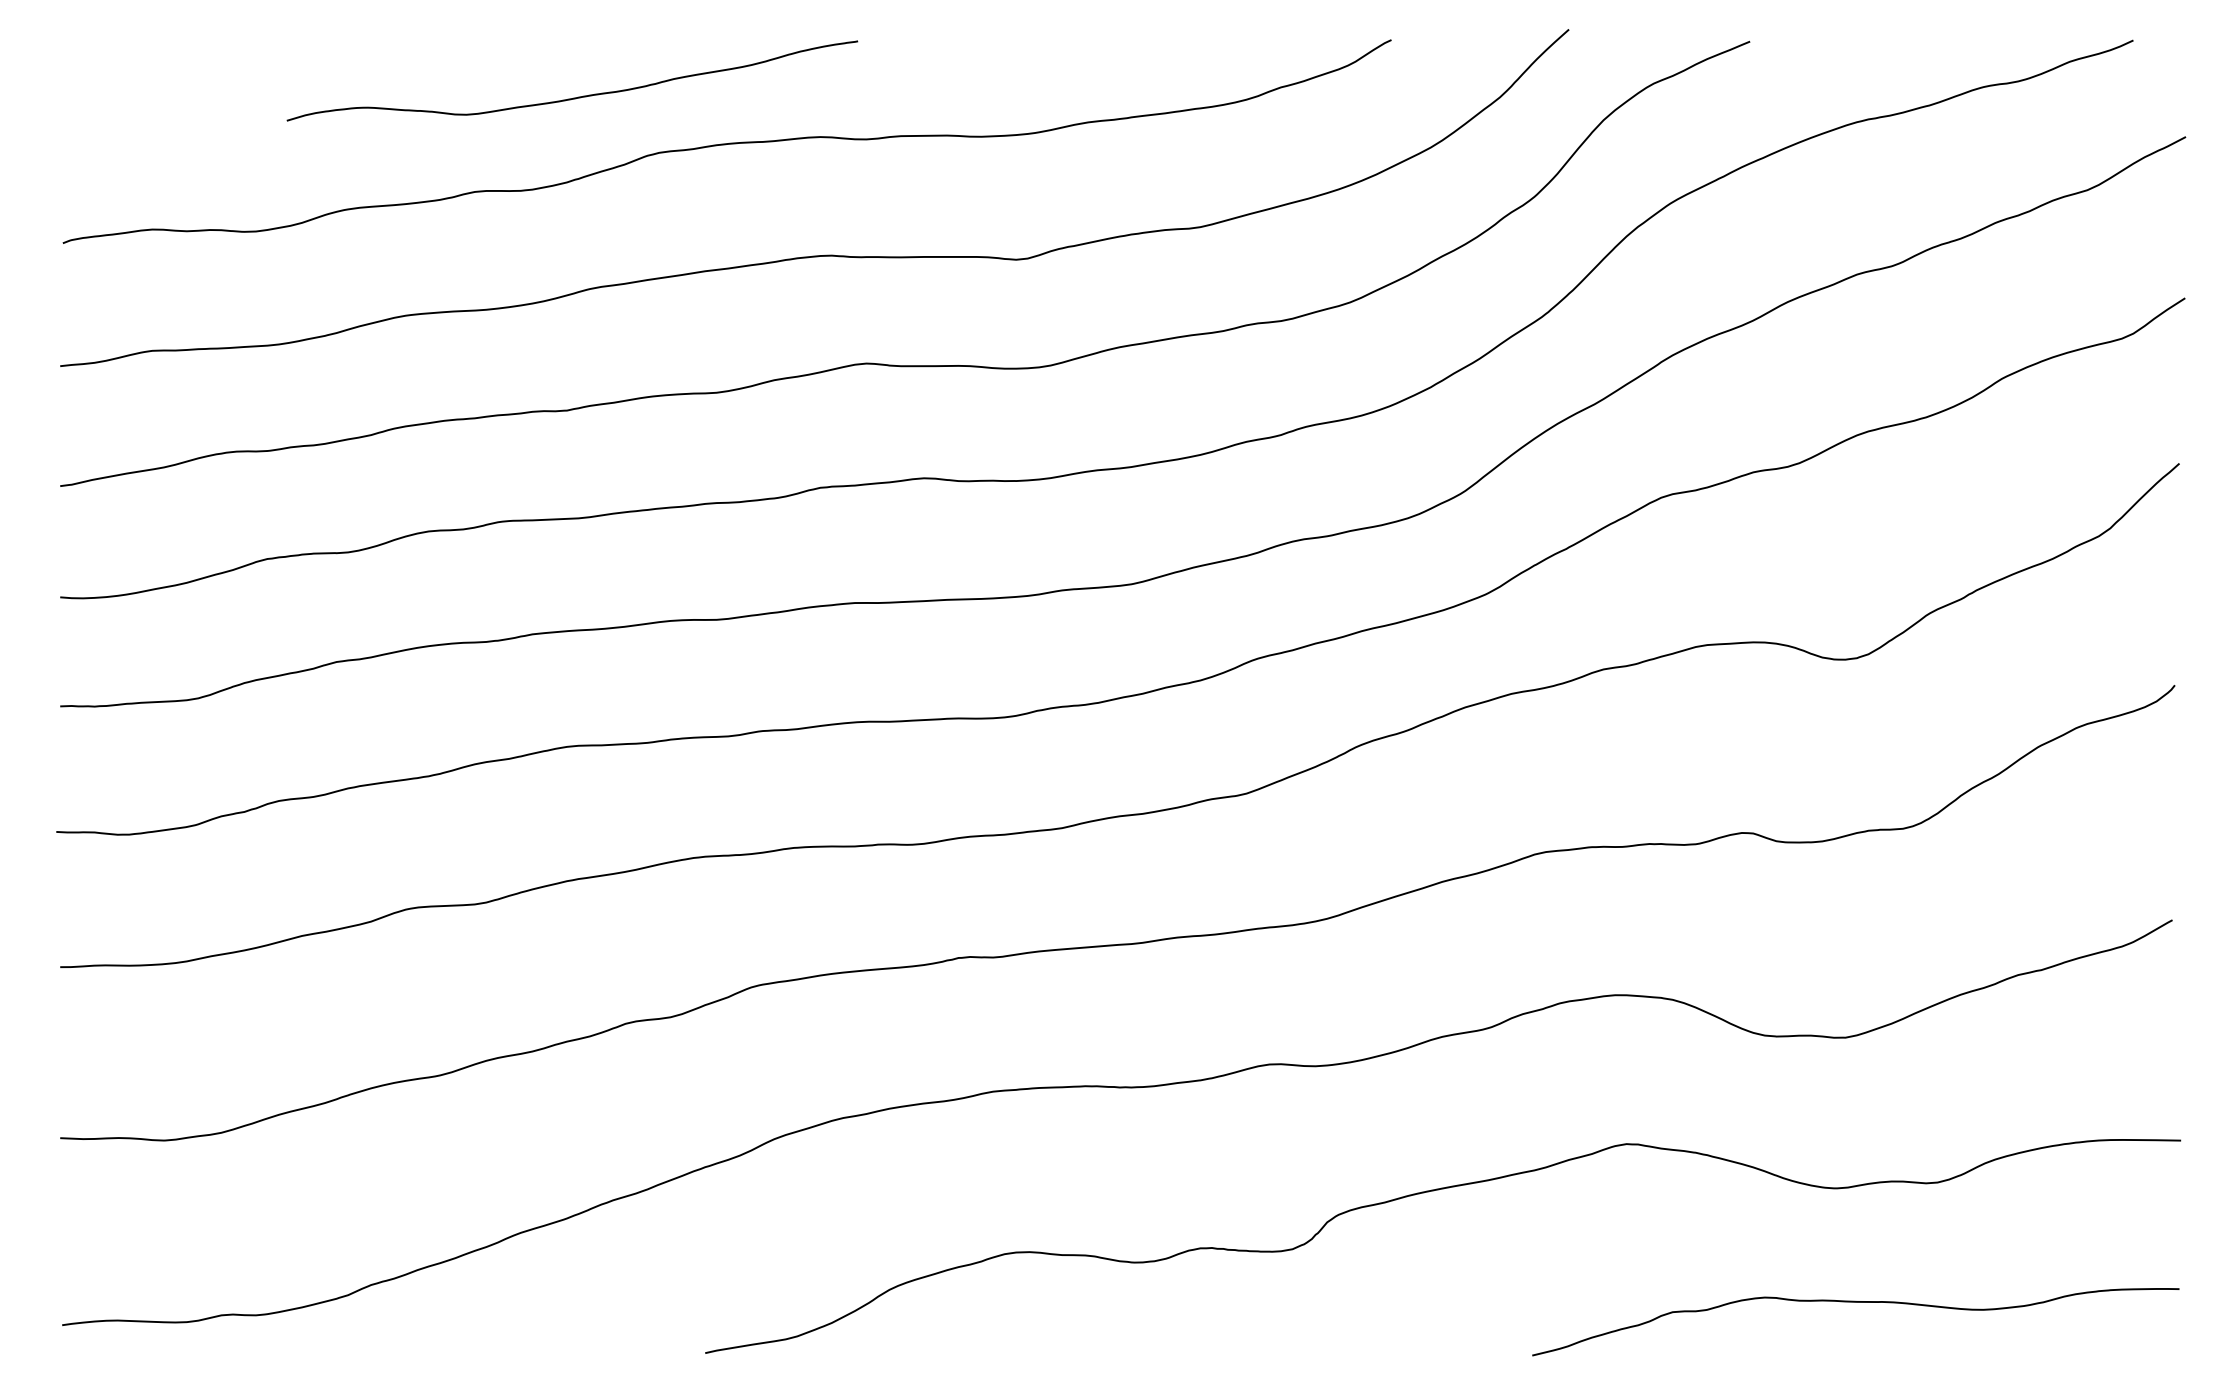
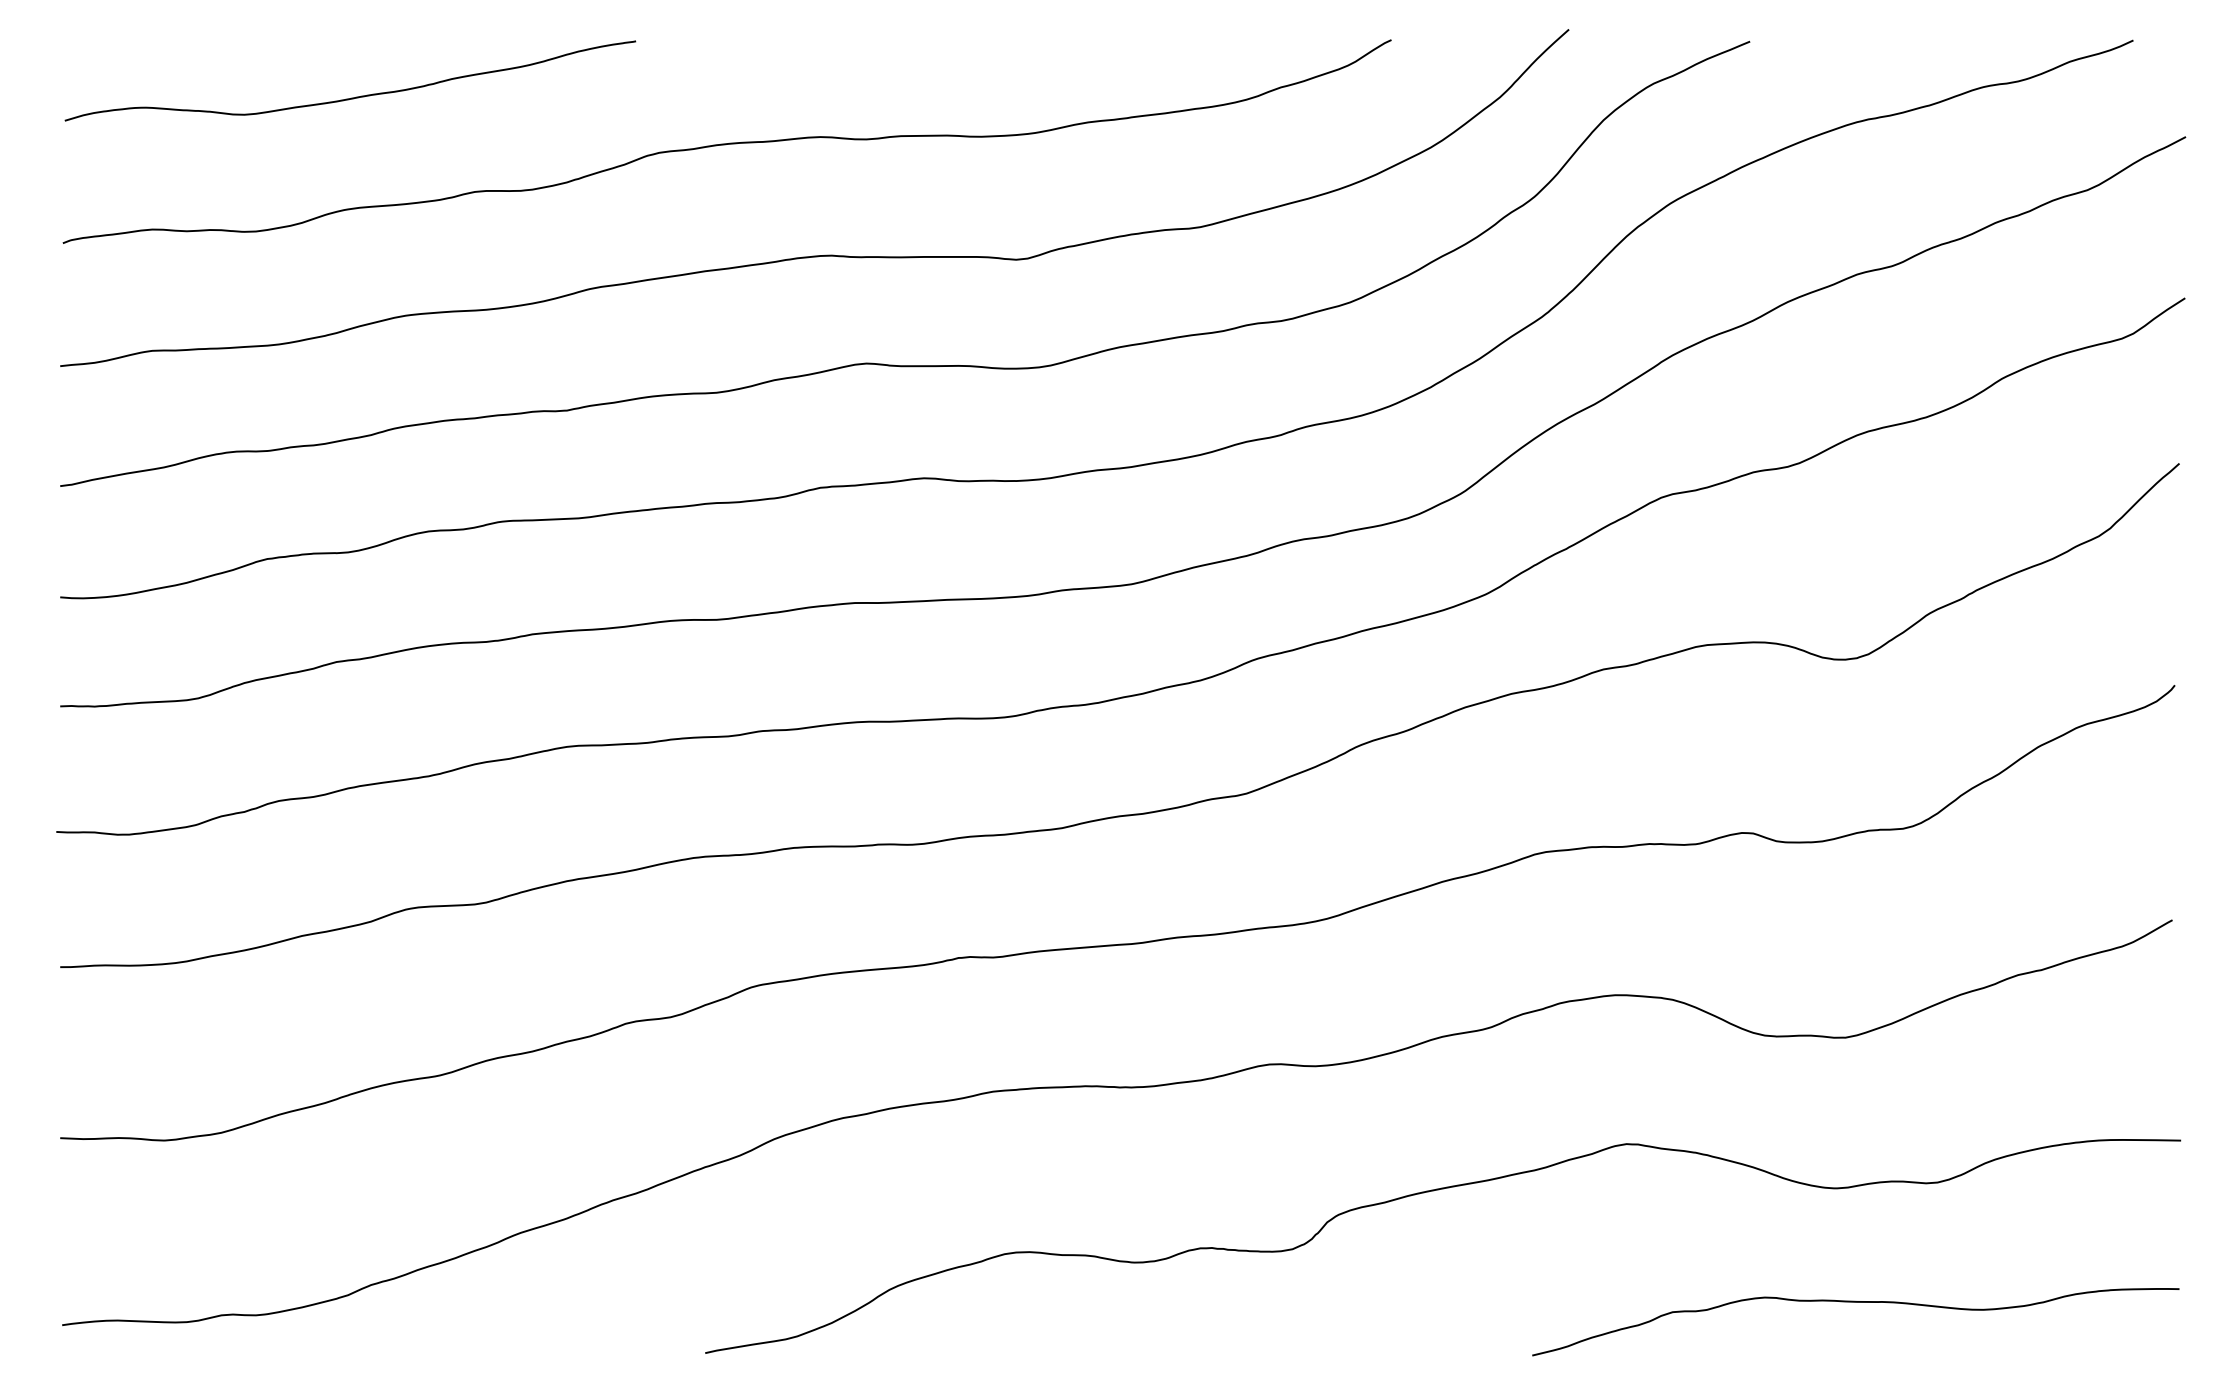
curve at (573, 97) position: (573, 97) -> (351, 97)
